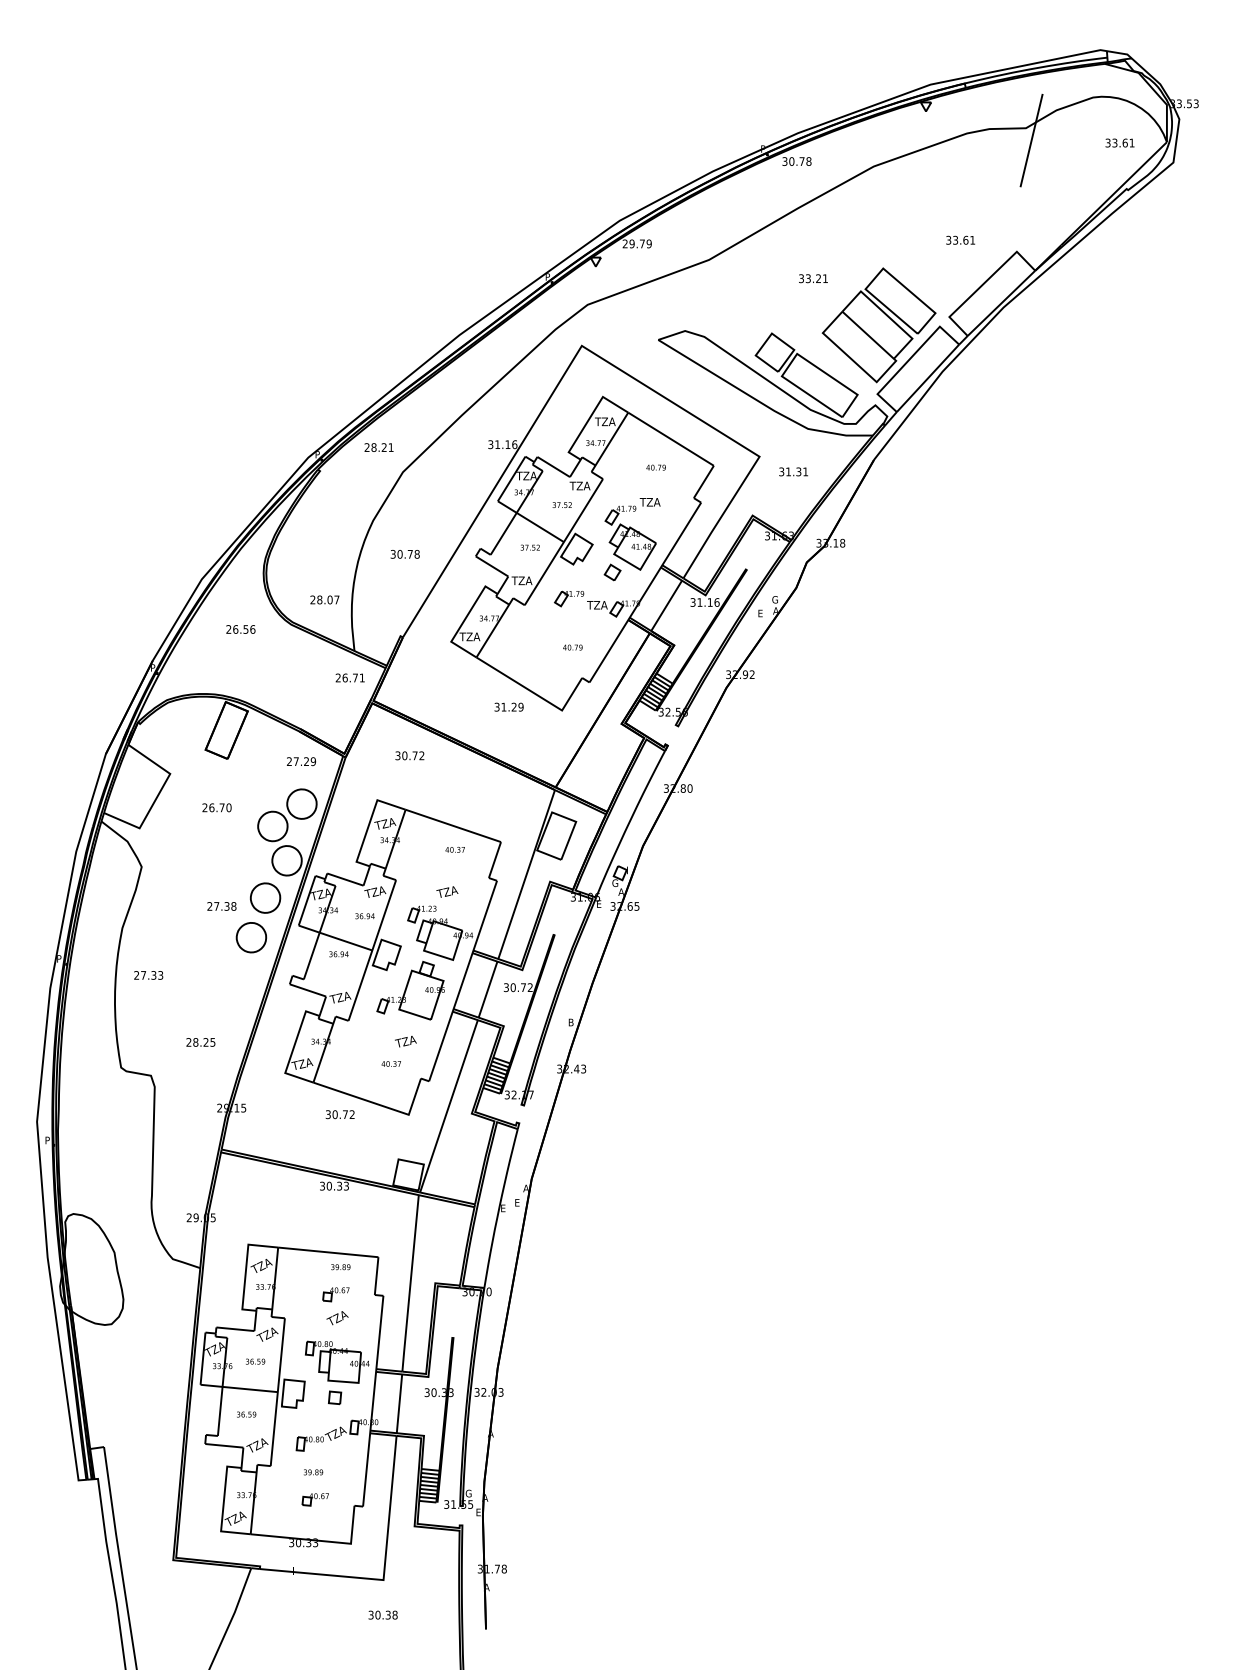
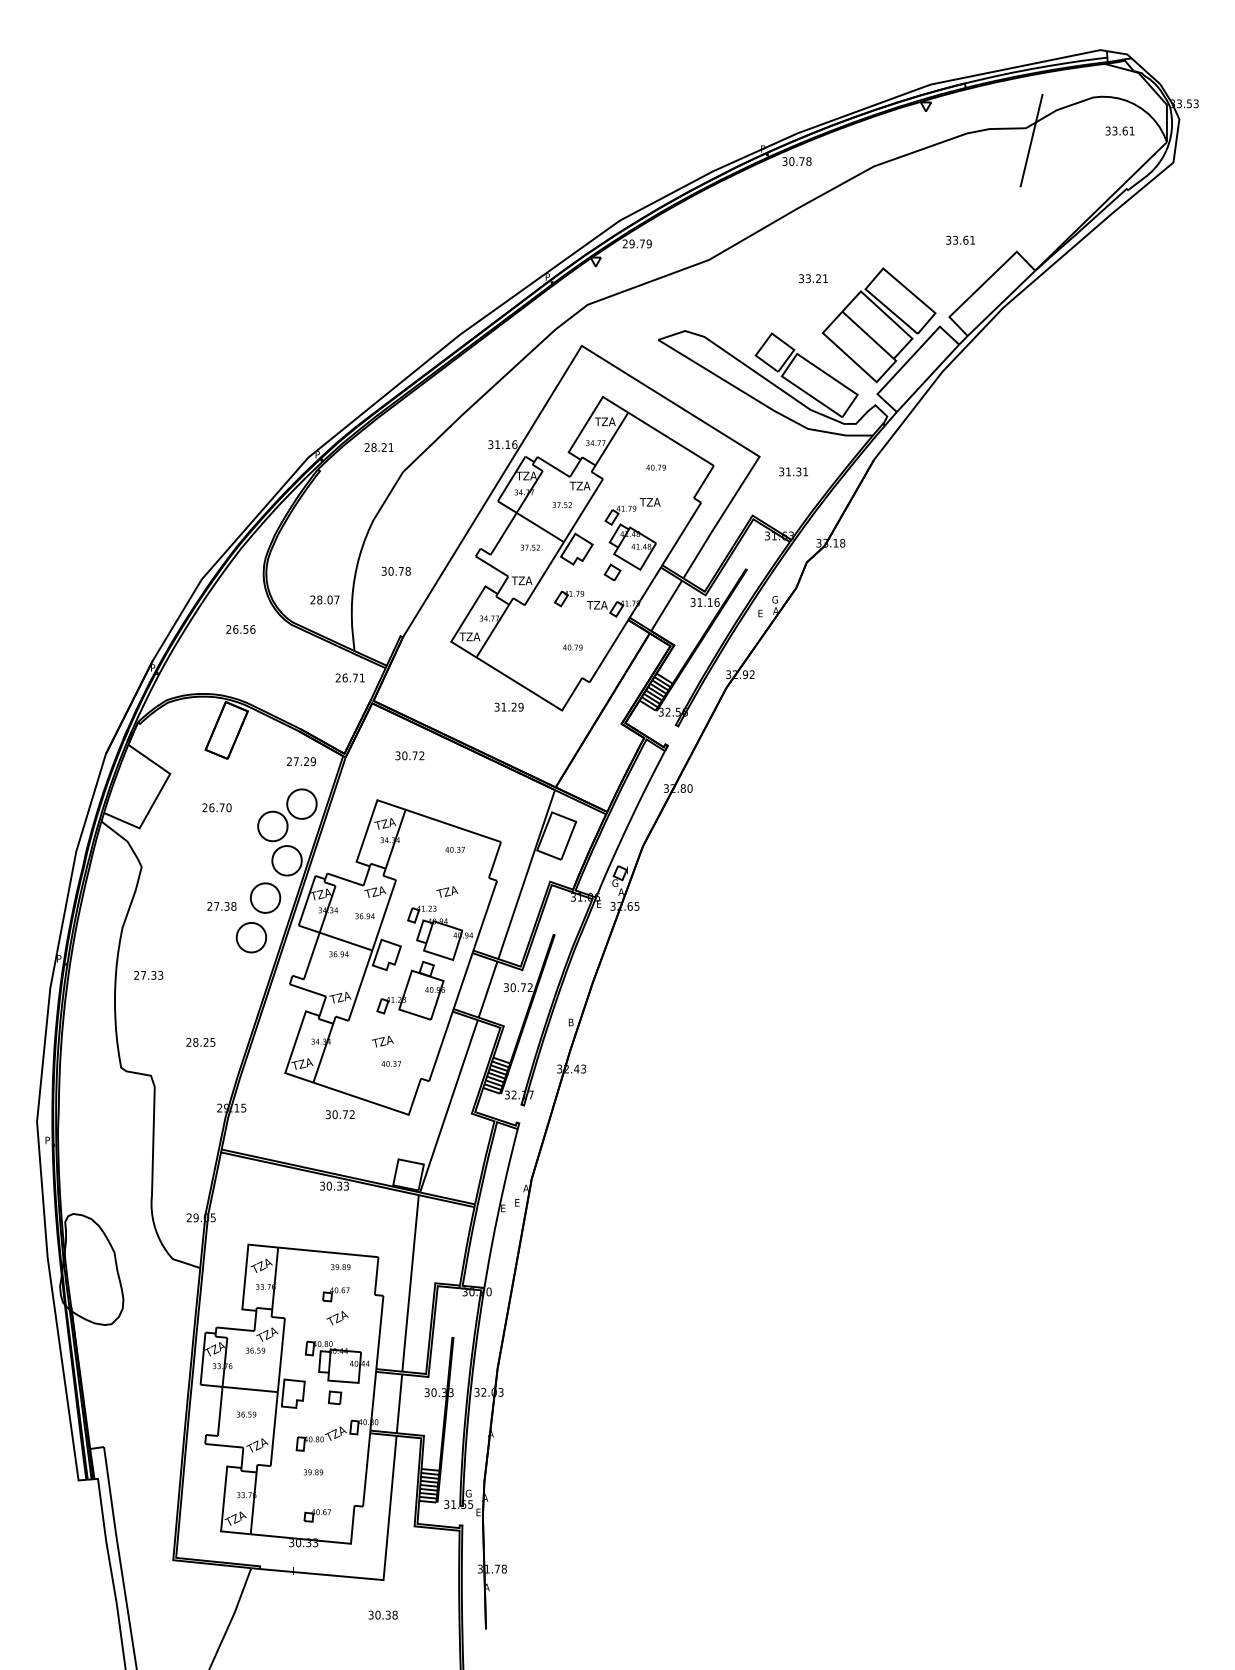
text at (1119, 142) position: (1119, 142) -> (1119, 130)
text at (404, 554) position: (404, 554) -> (395, 571)
text at (405, 1041) position: (405, 1041) -> (382, 1041)
text at (255, 1361) position: (255, 1361) -> (255, 1350)
part at (314, 1499) position: (314, 1499) -> (316, 1515)
